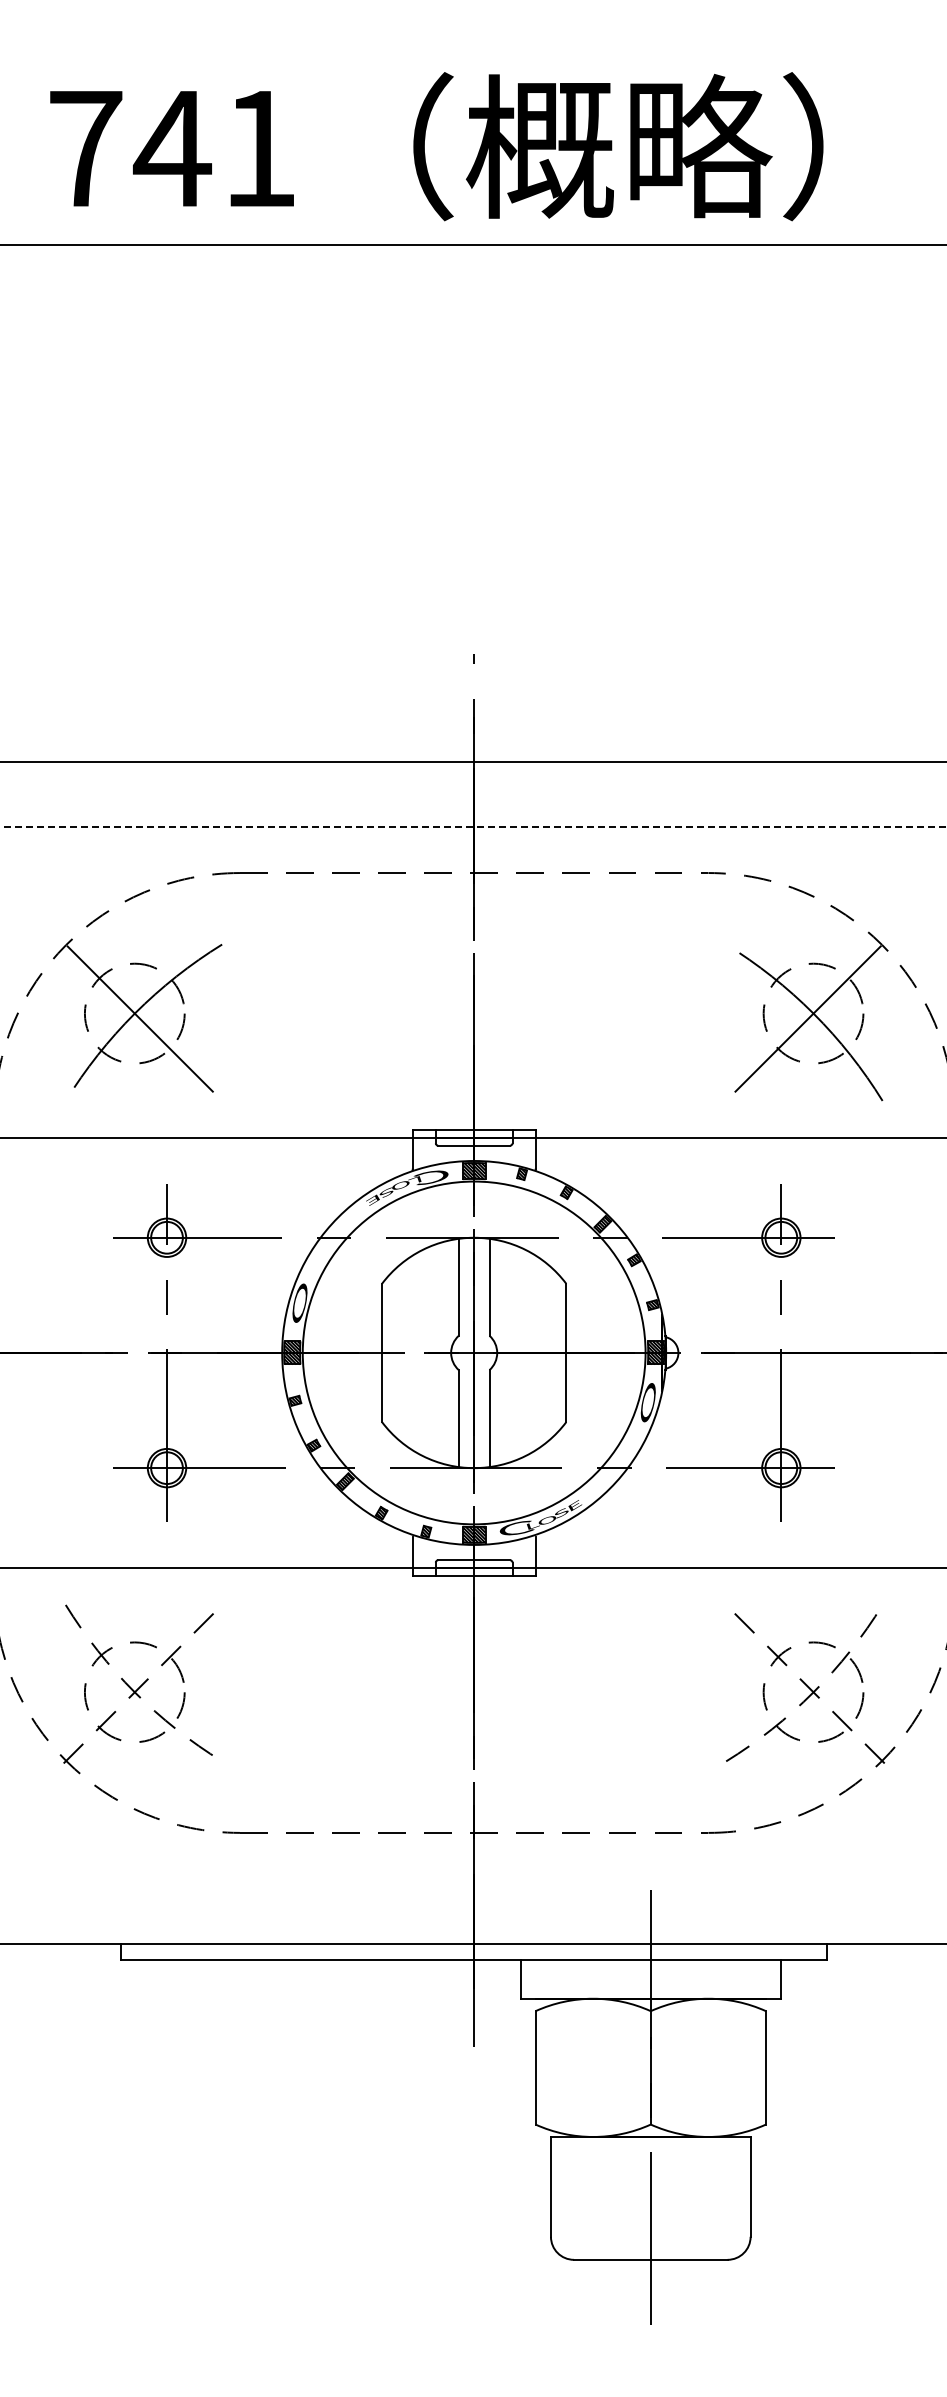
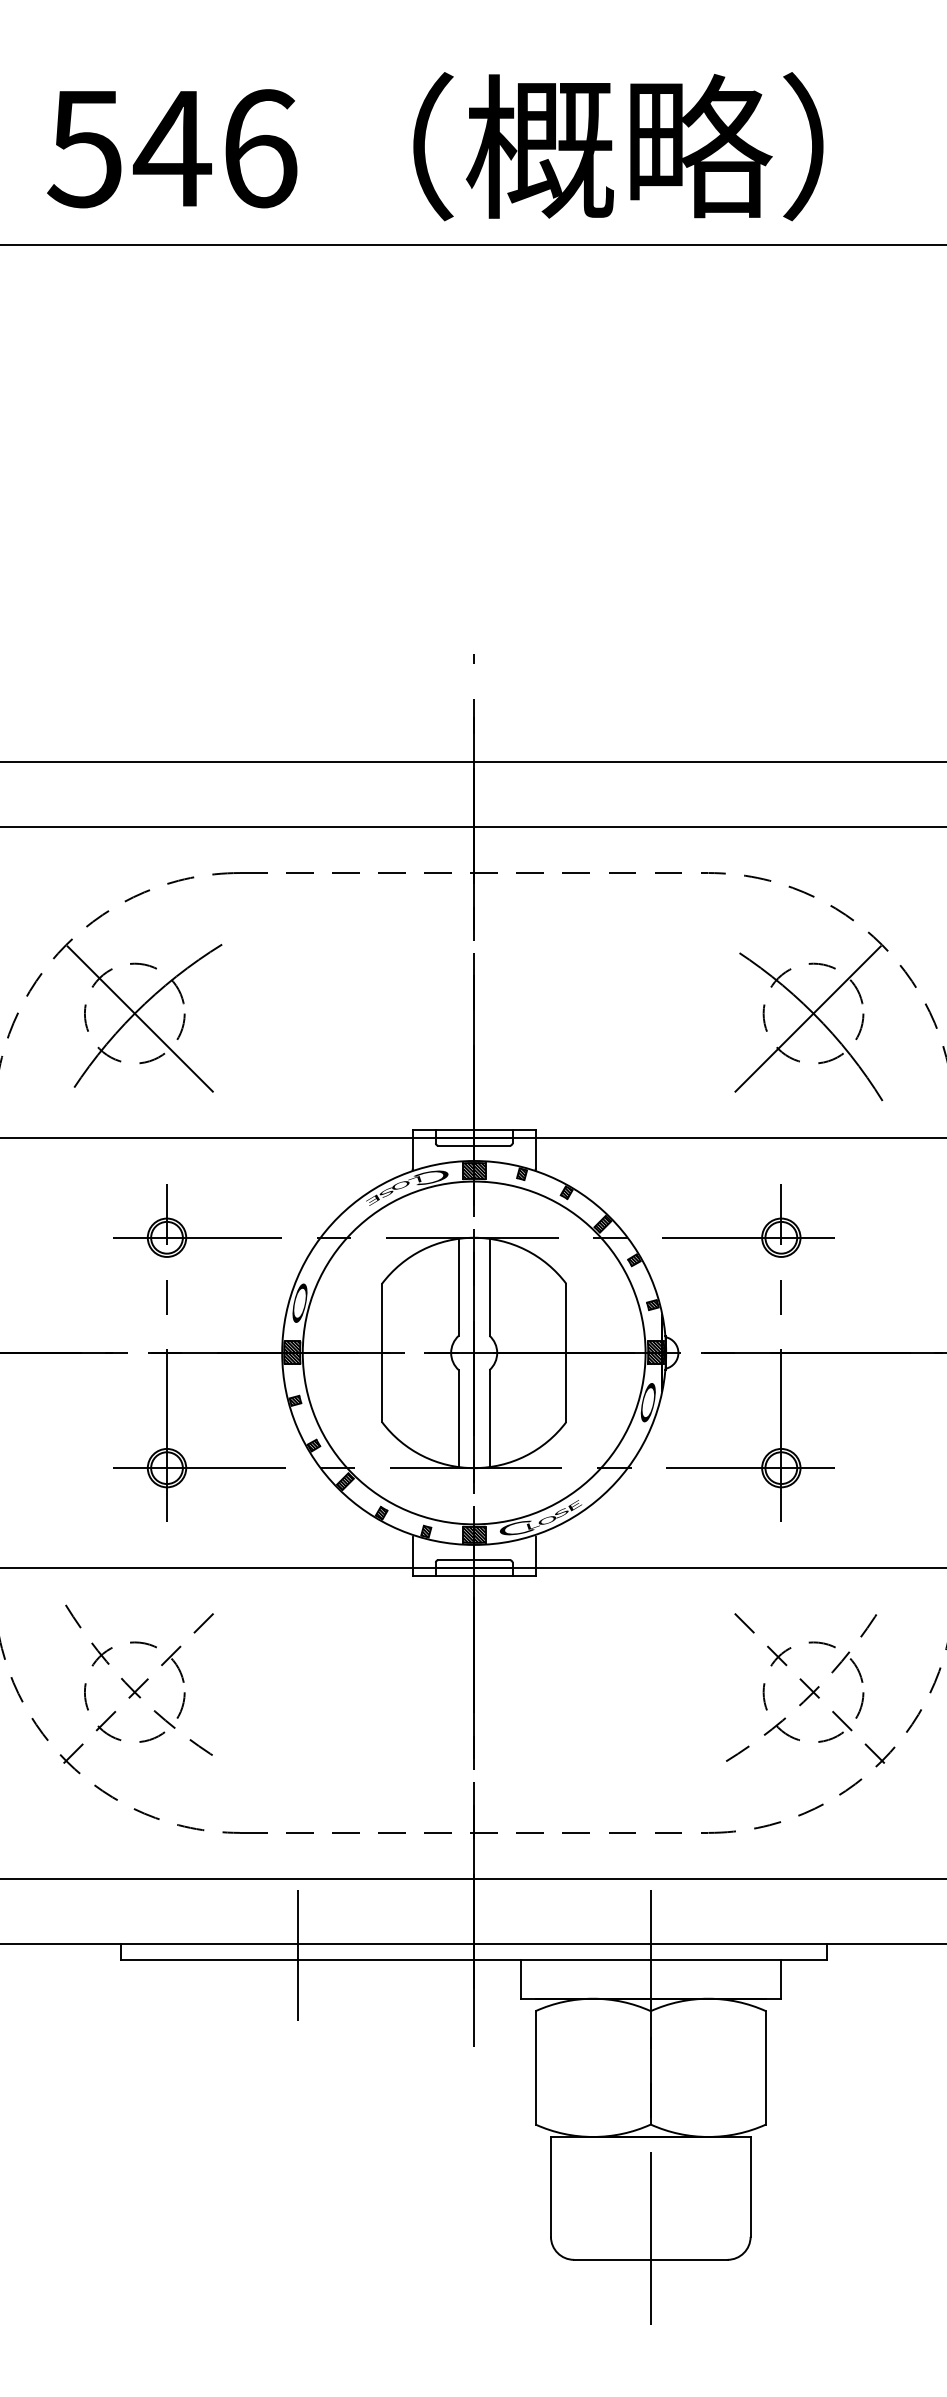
text at (172, 148): 741 -> 546
line at (473, 826): dashed -> solid
line at (472, 1878): none -> present
line at (297, 1955): none -> present
